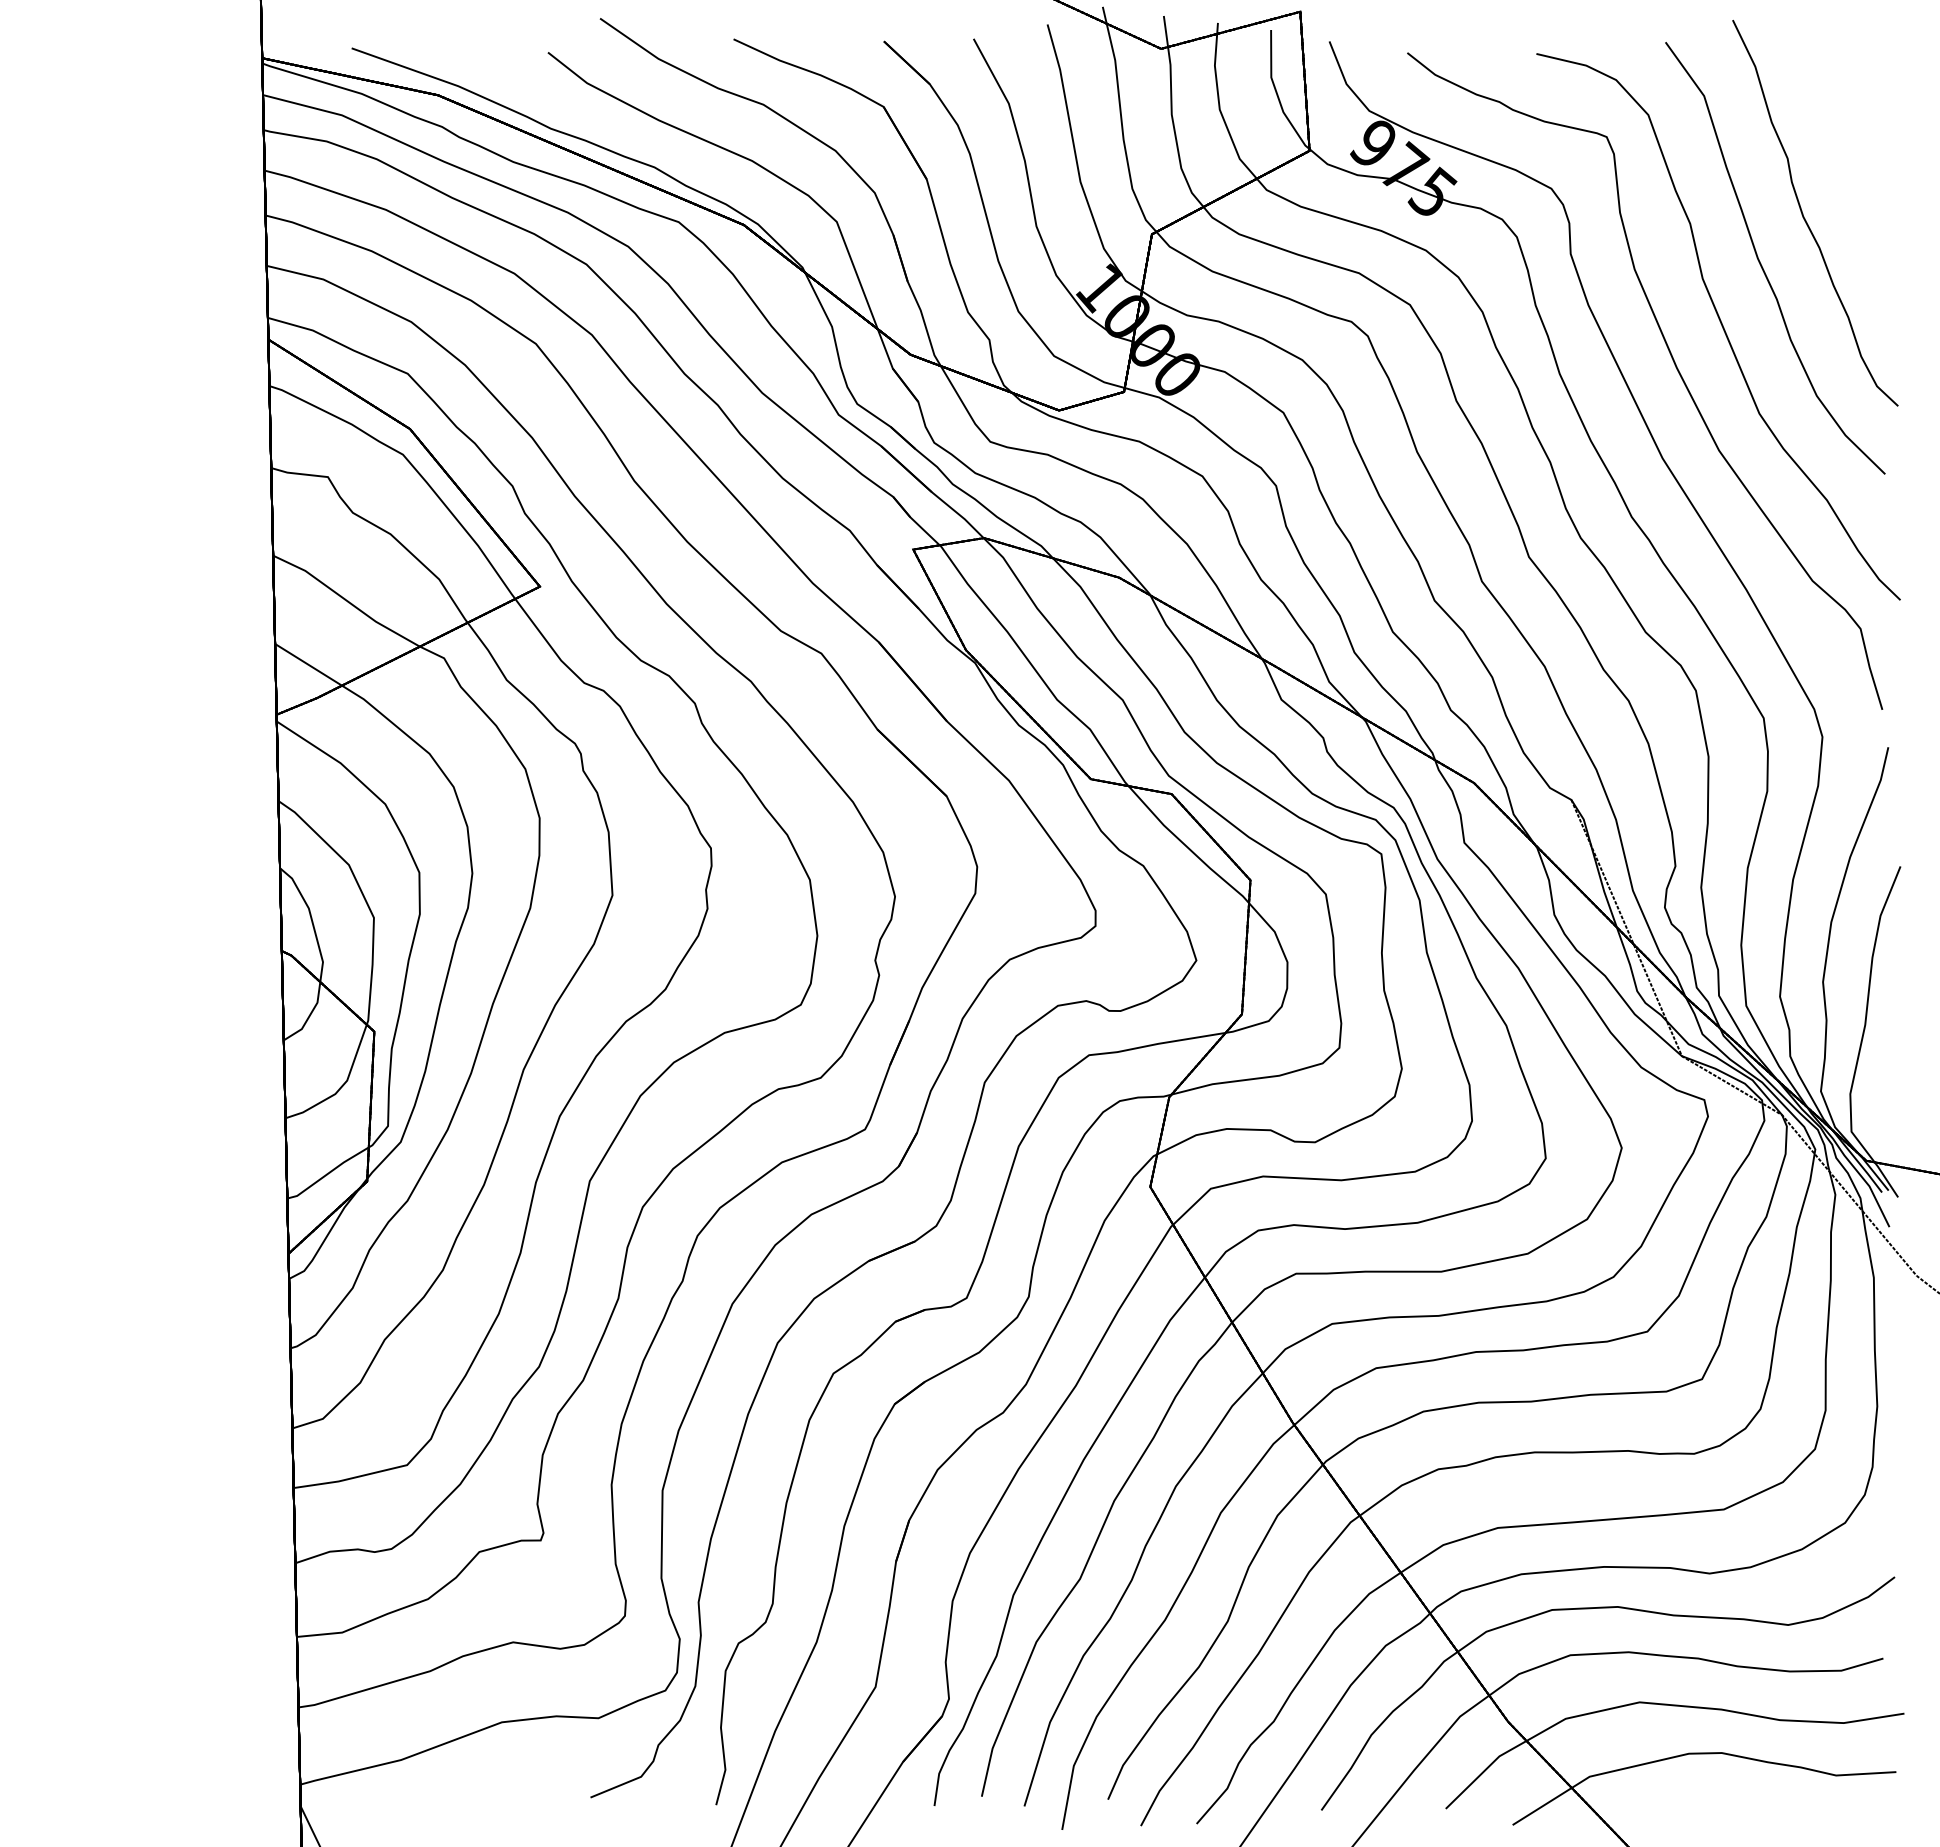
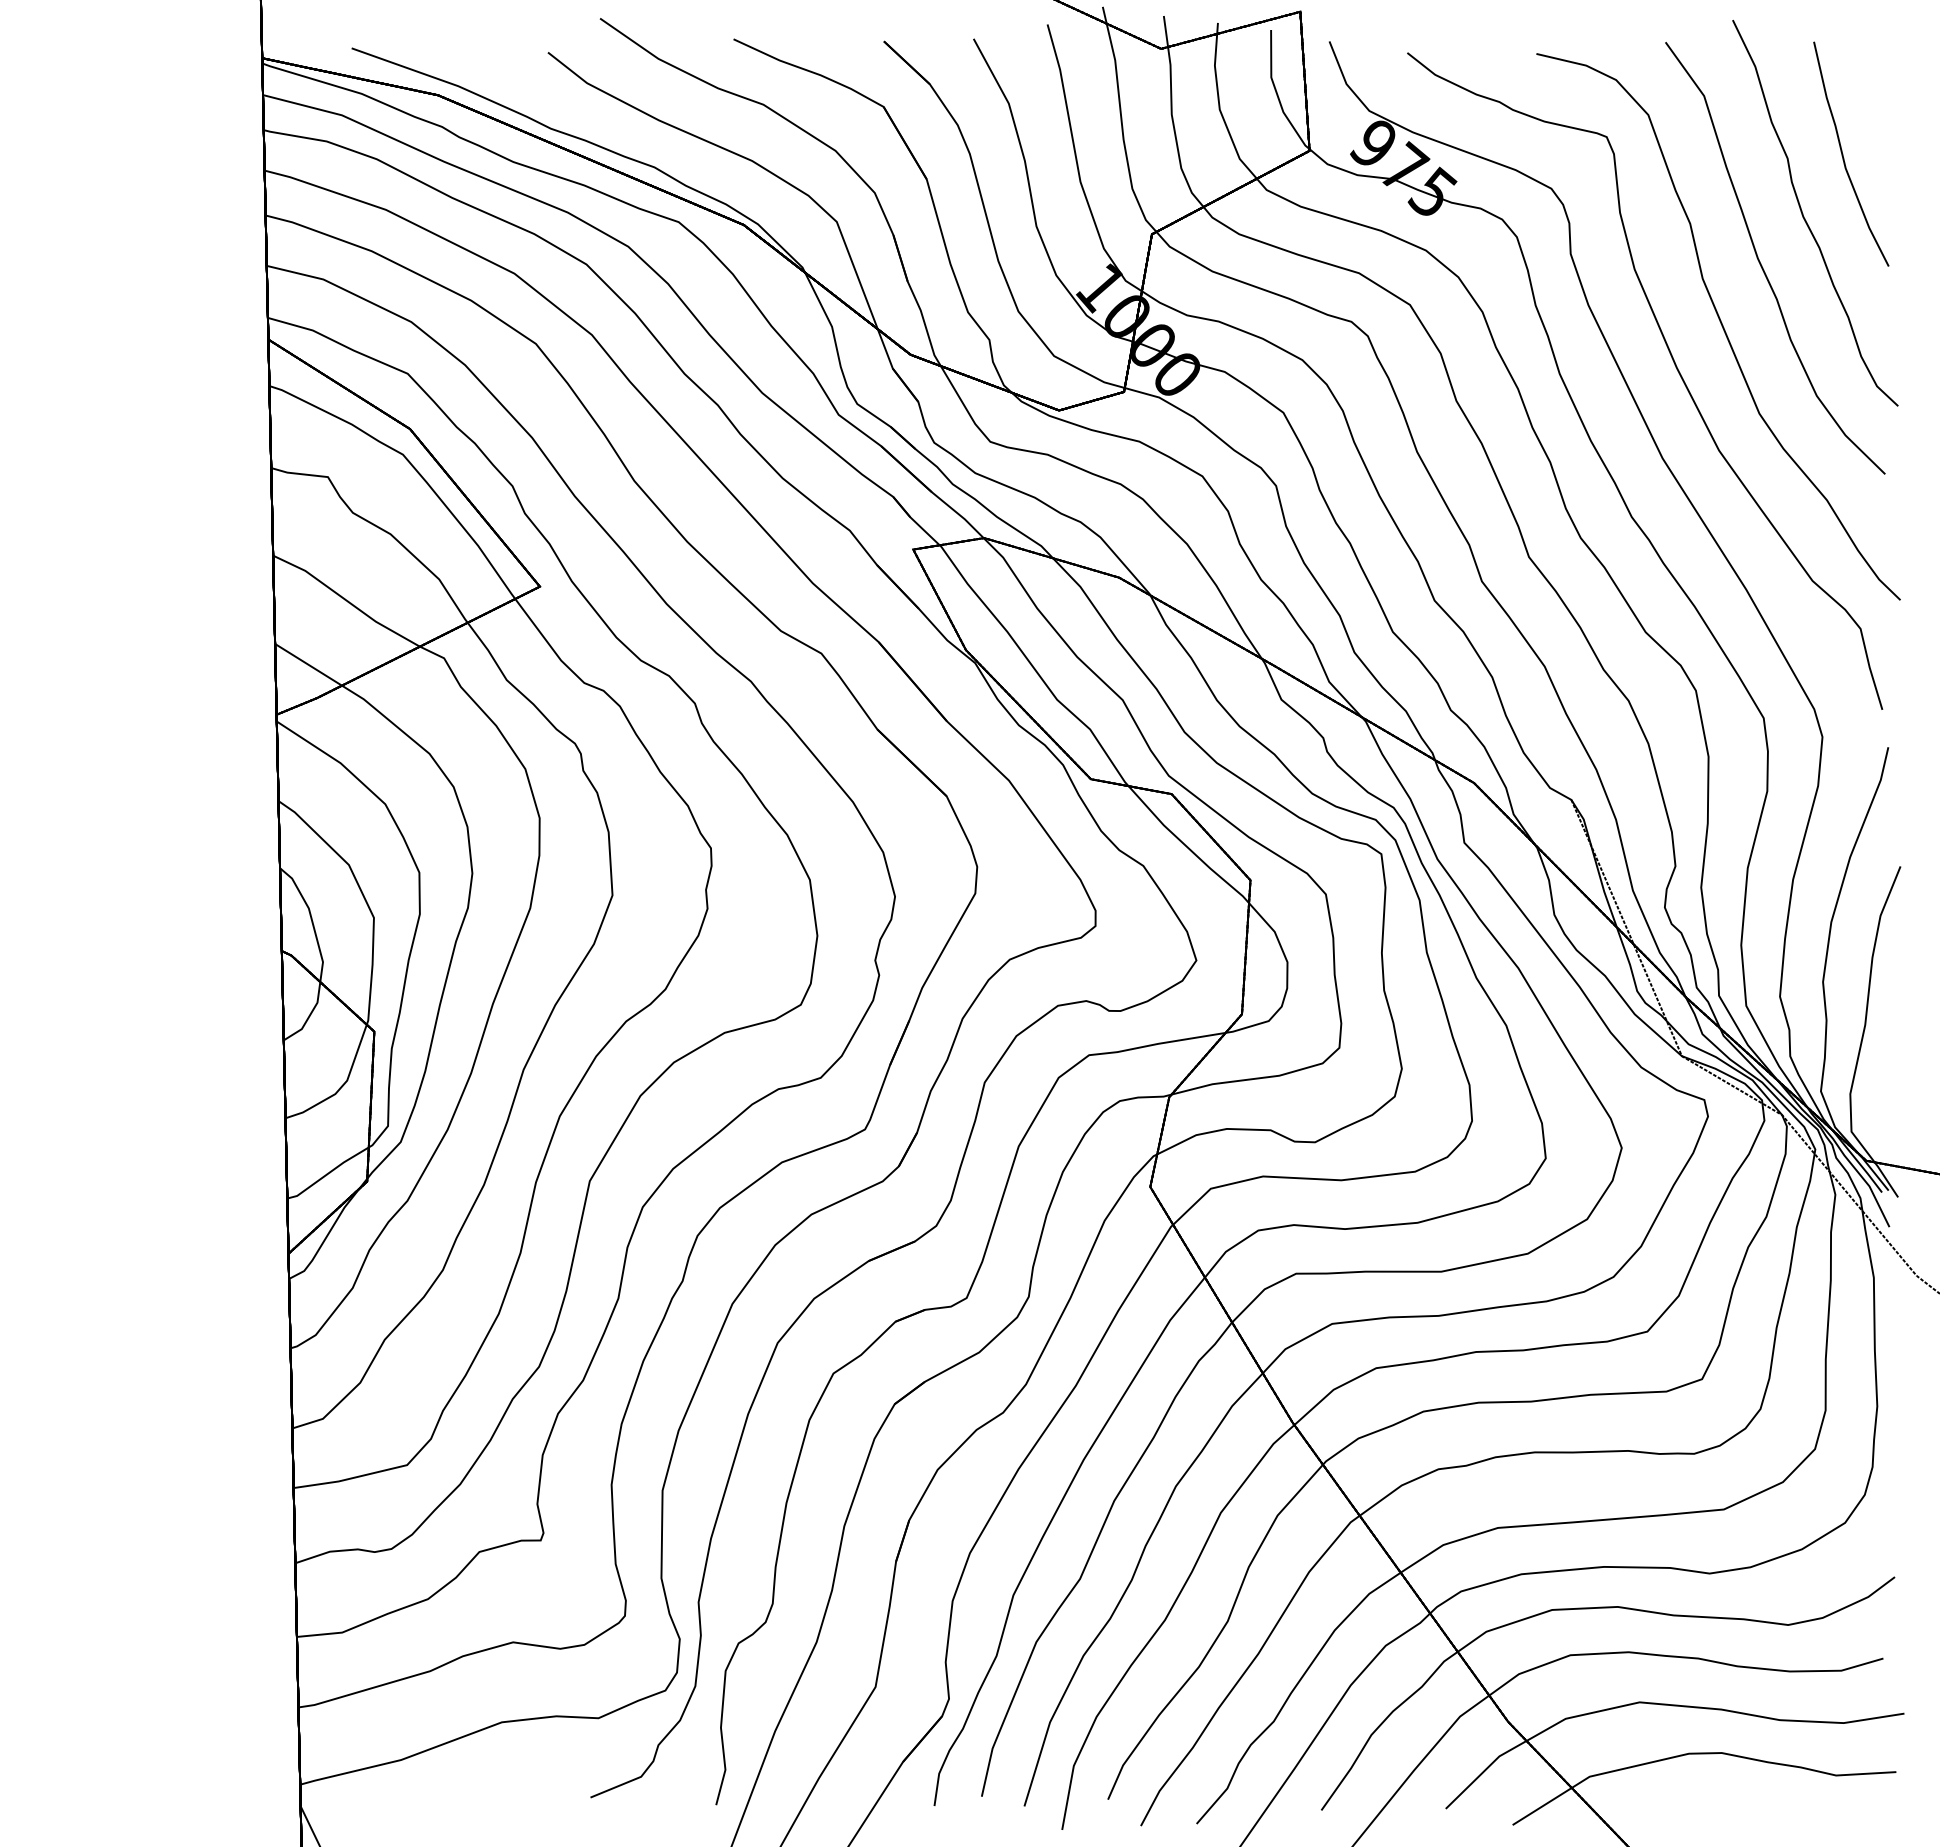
part at (1843, 154): none -> present
